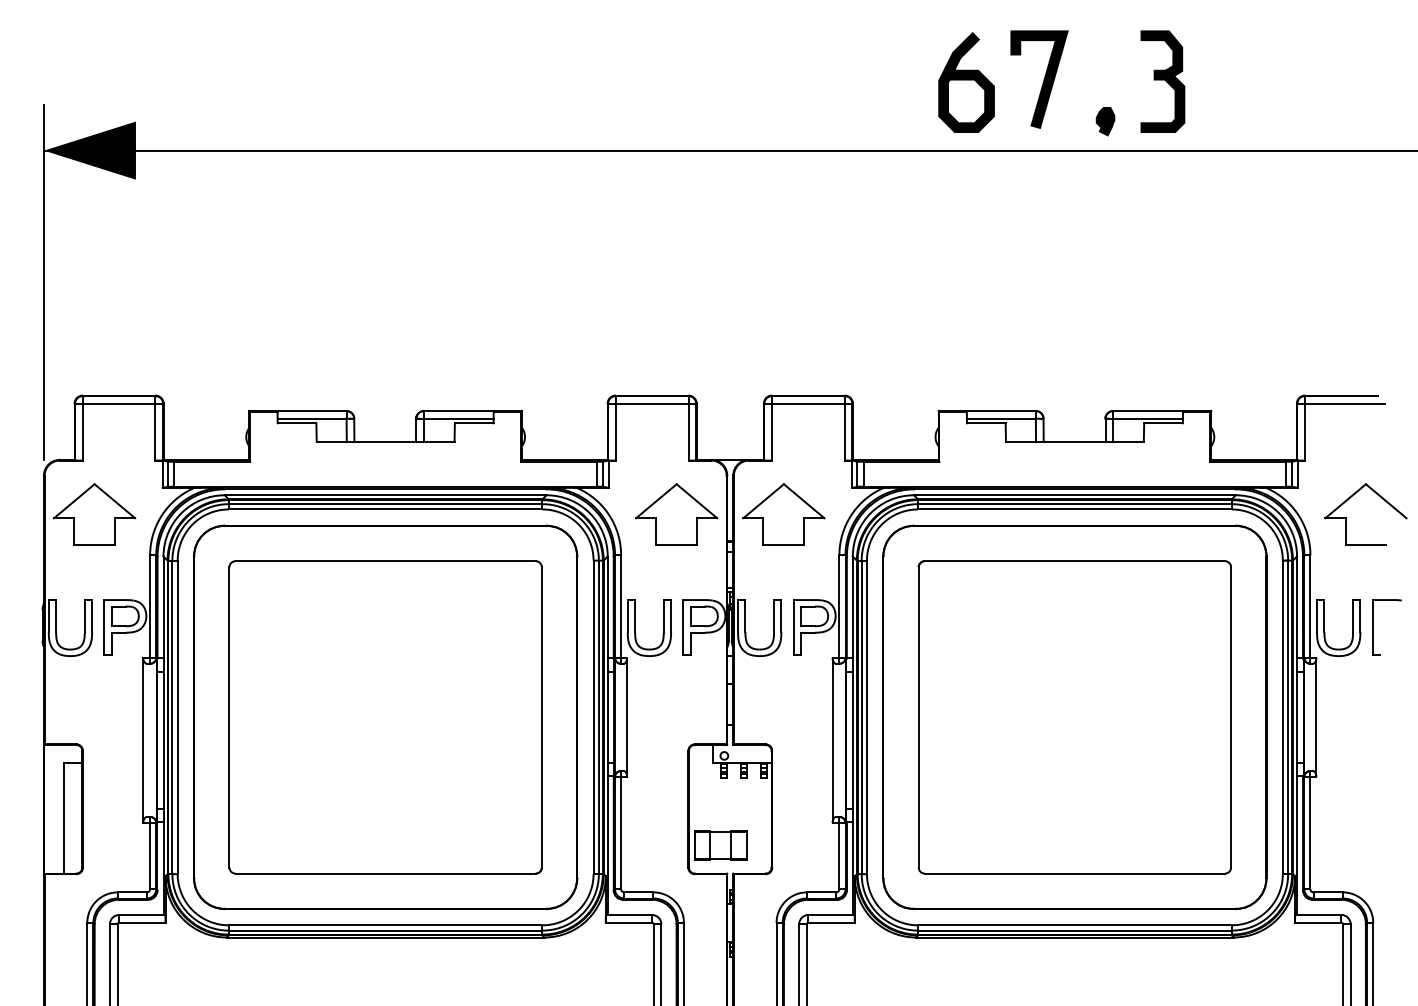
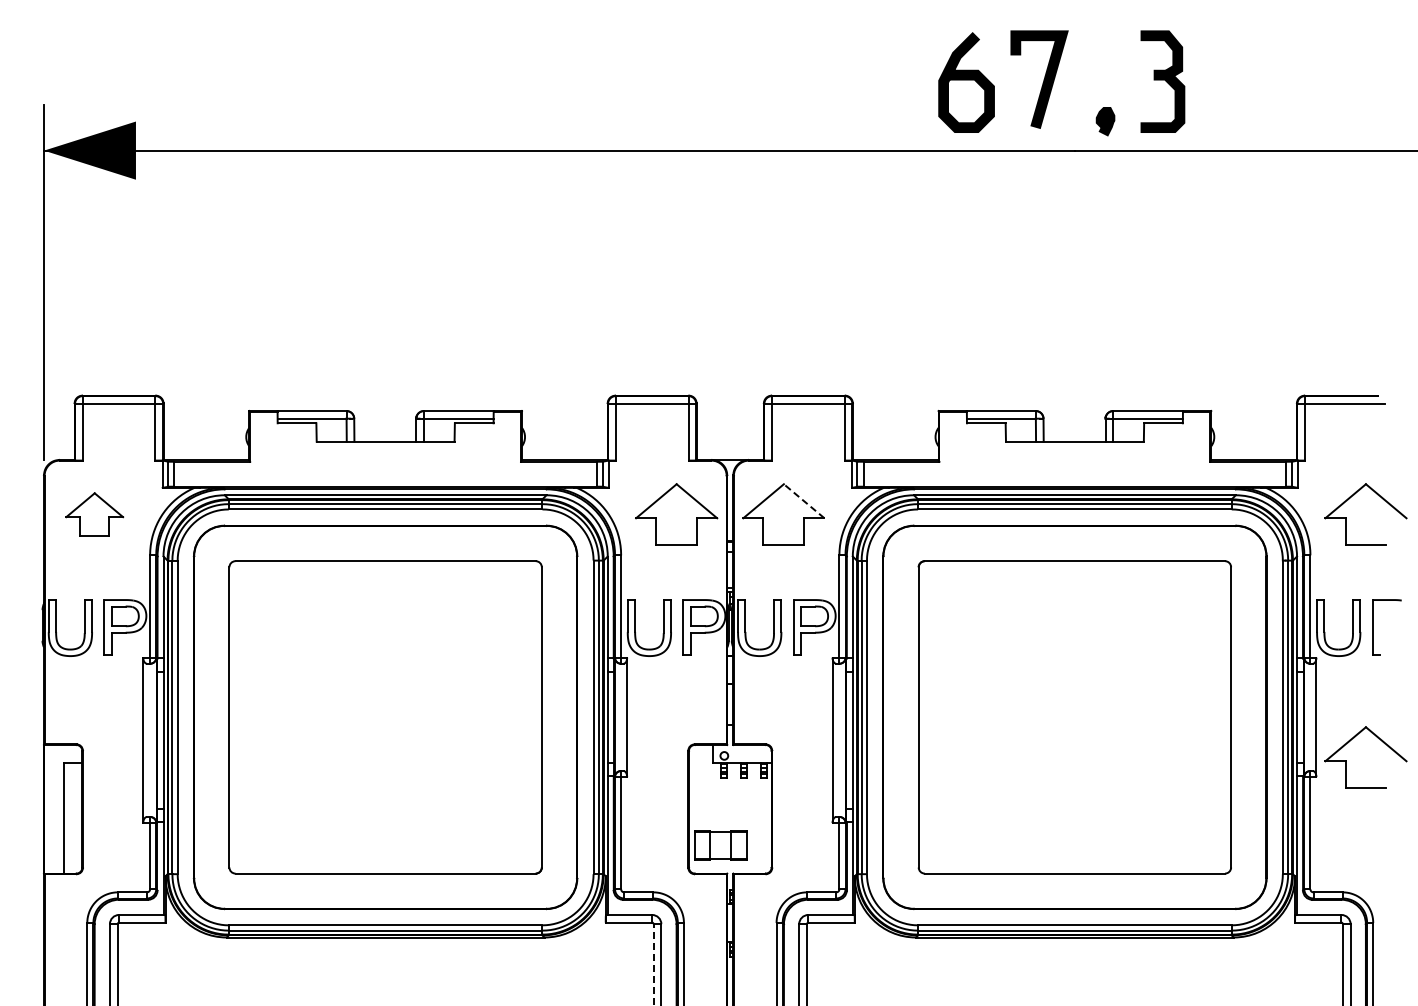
line at (803, 500): solid -> dashed
part at (94, 514) size: 84x63 px -> 60x45 px
part at (1346, 760): none -> present
line at (653, 964): solid -> dashed
